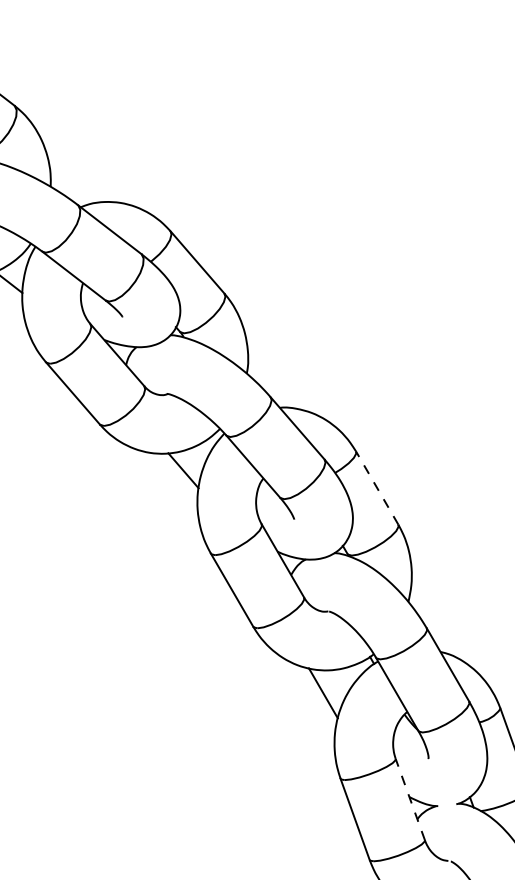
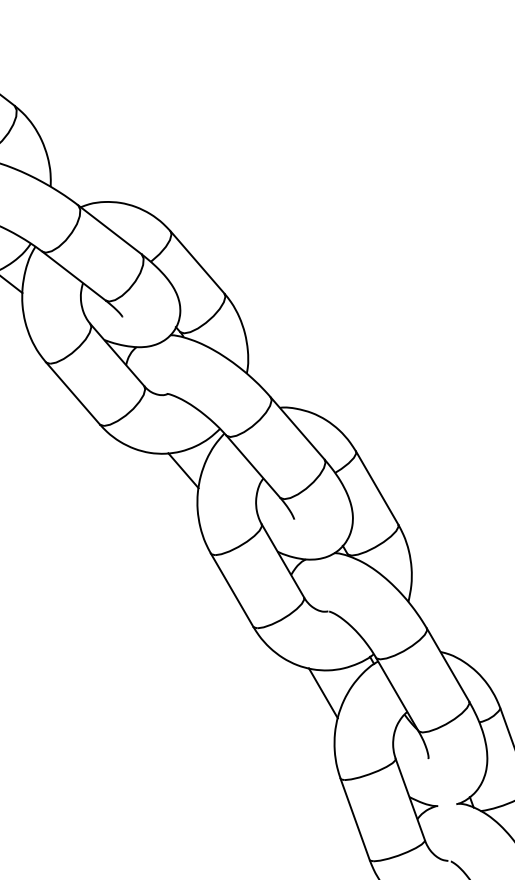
line at (376, 487): dashed -> solid
line at (410, 799): dashed -> solid
